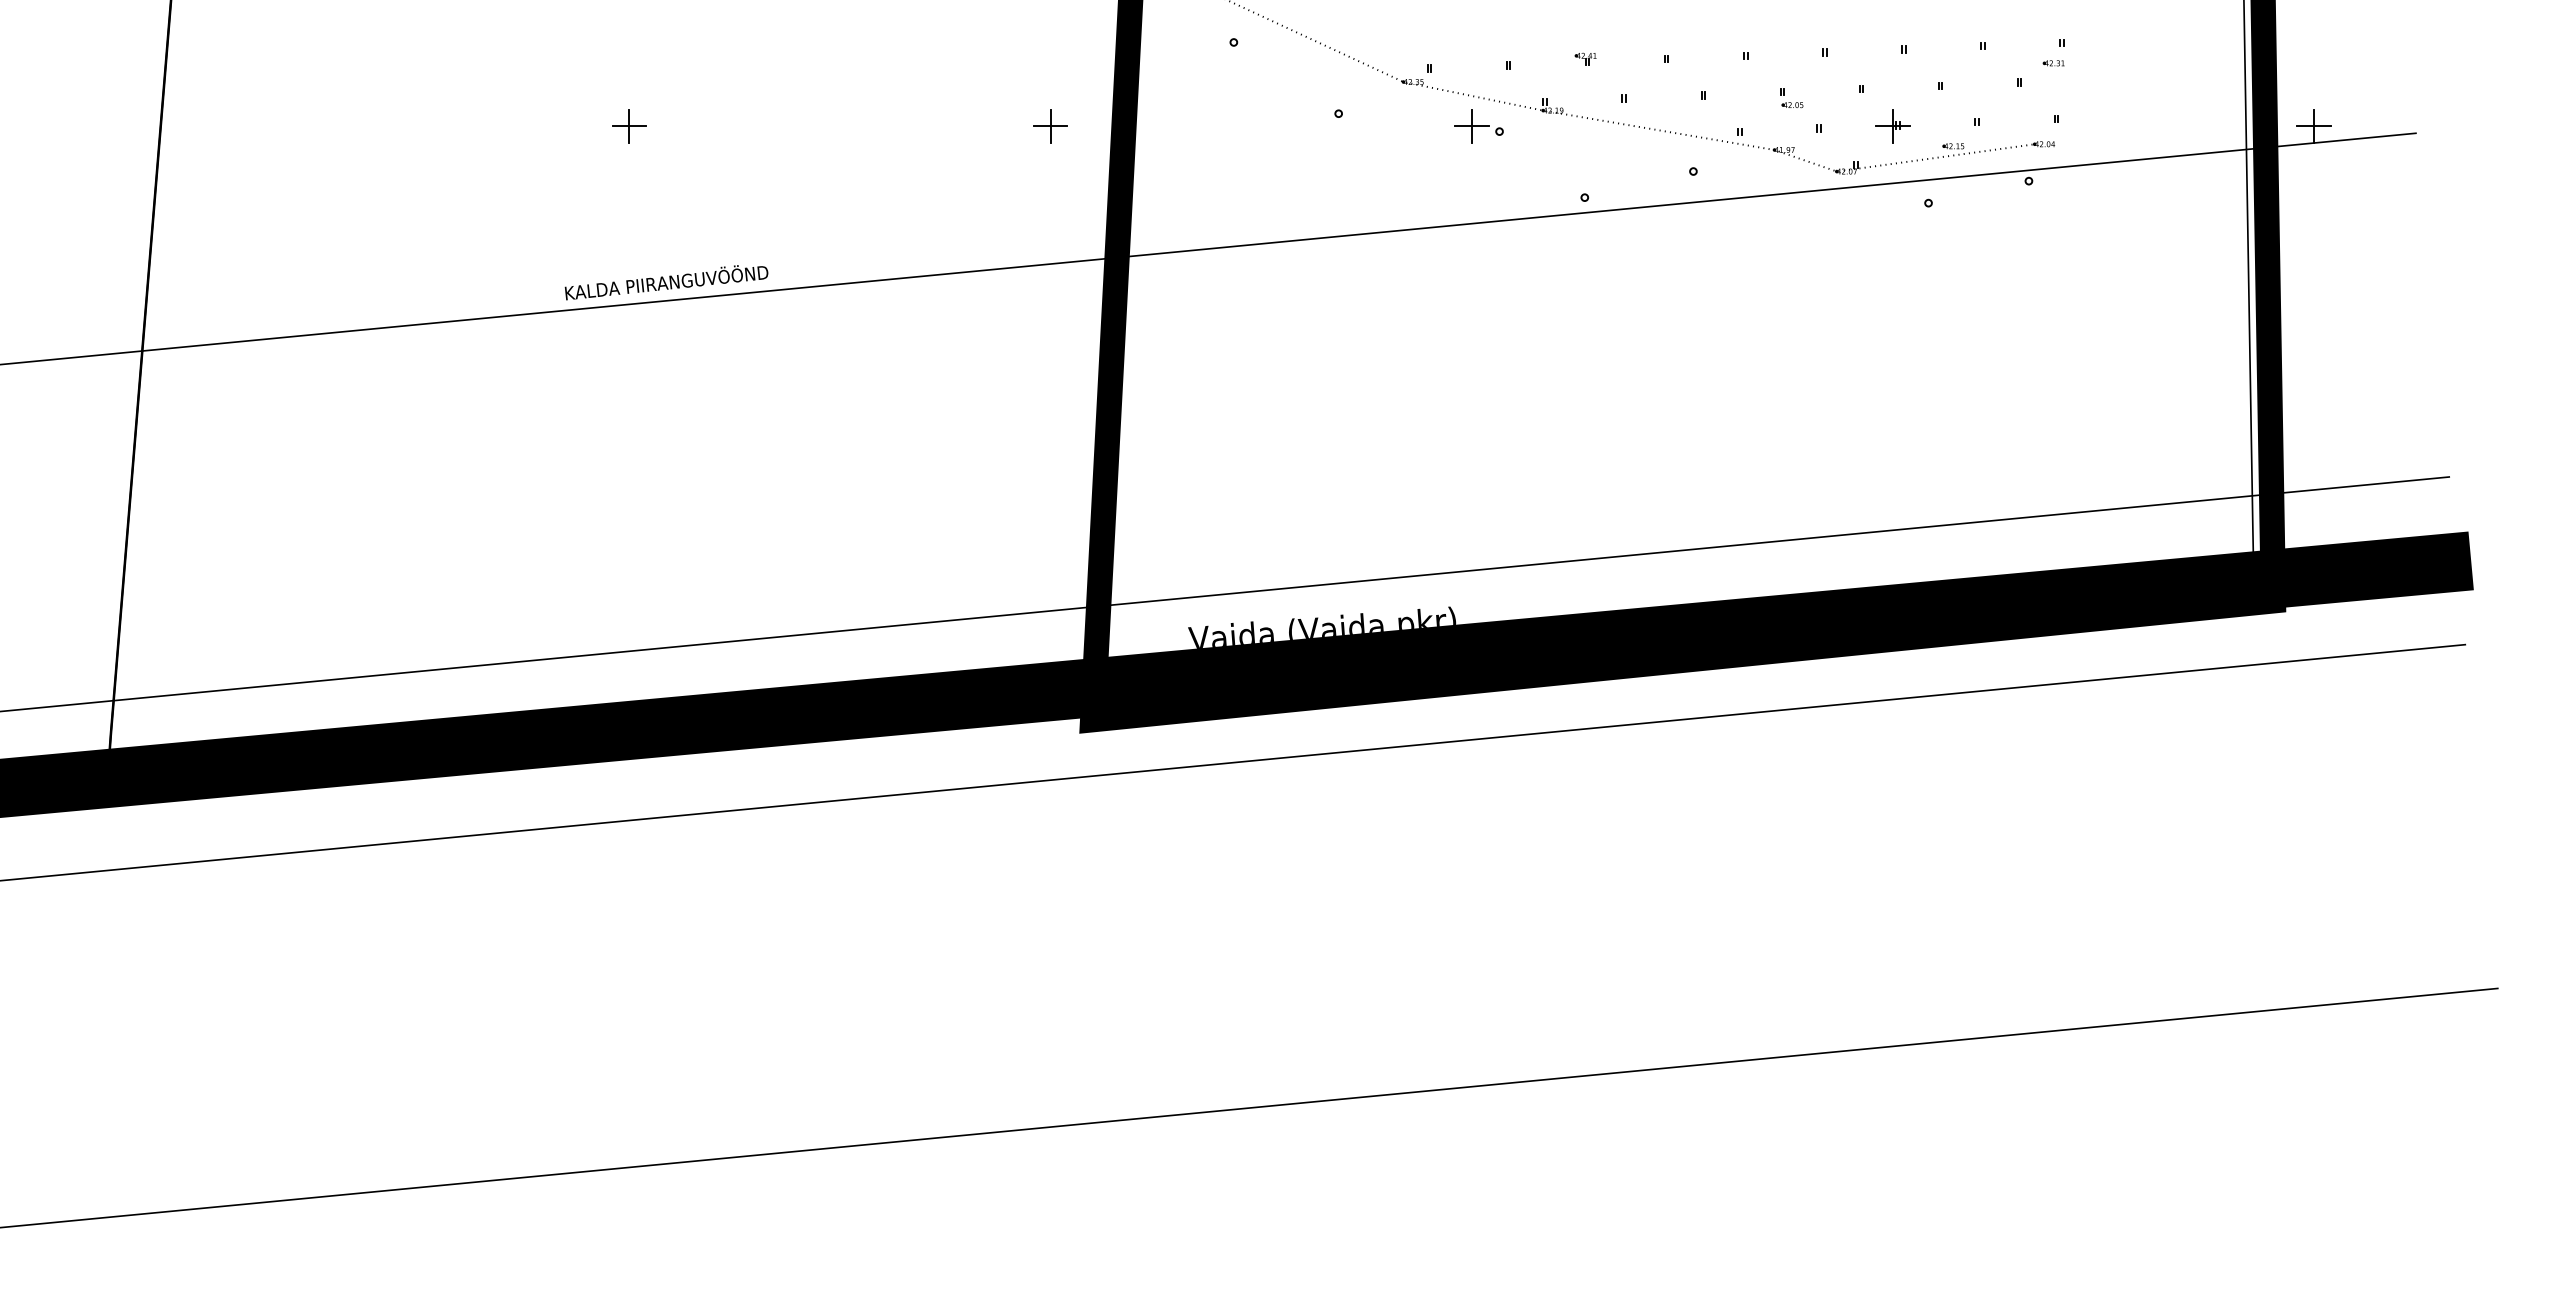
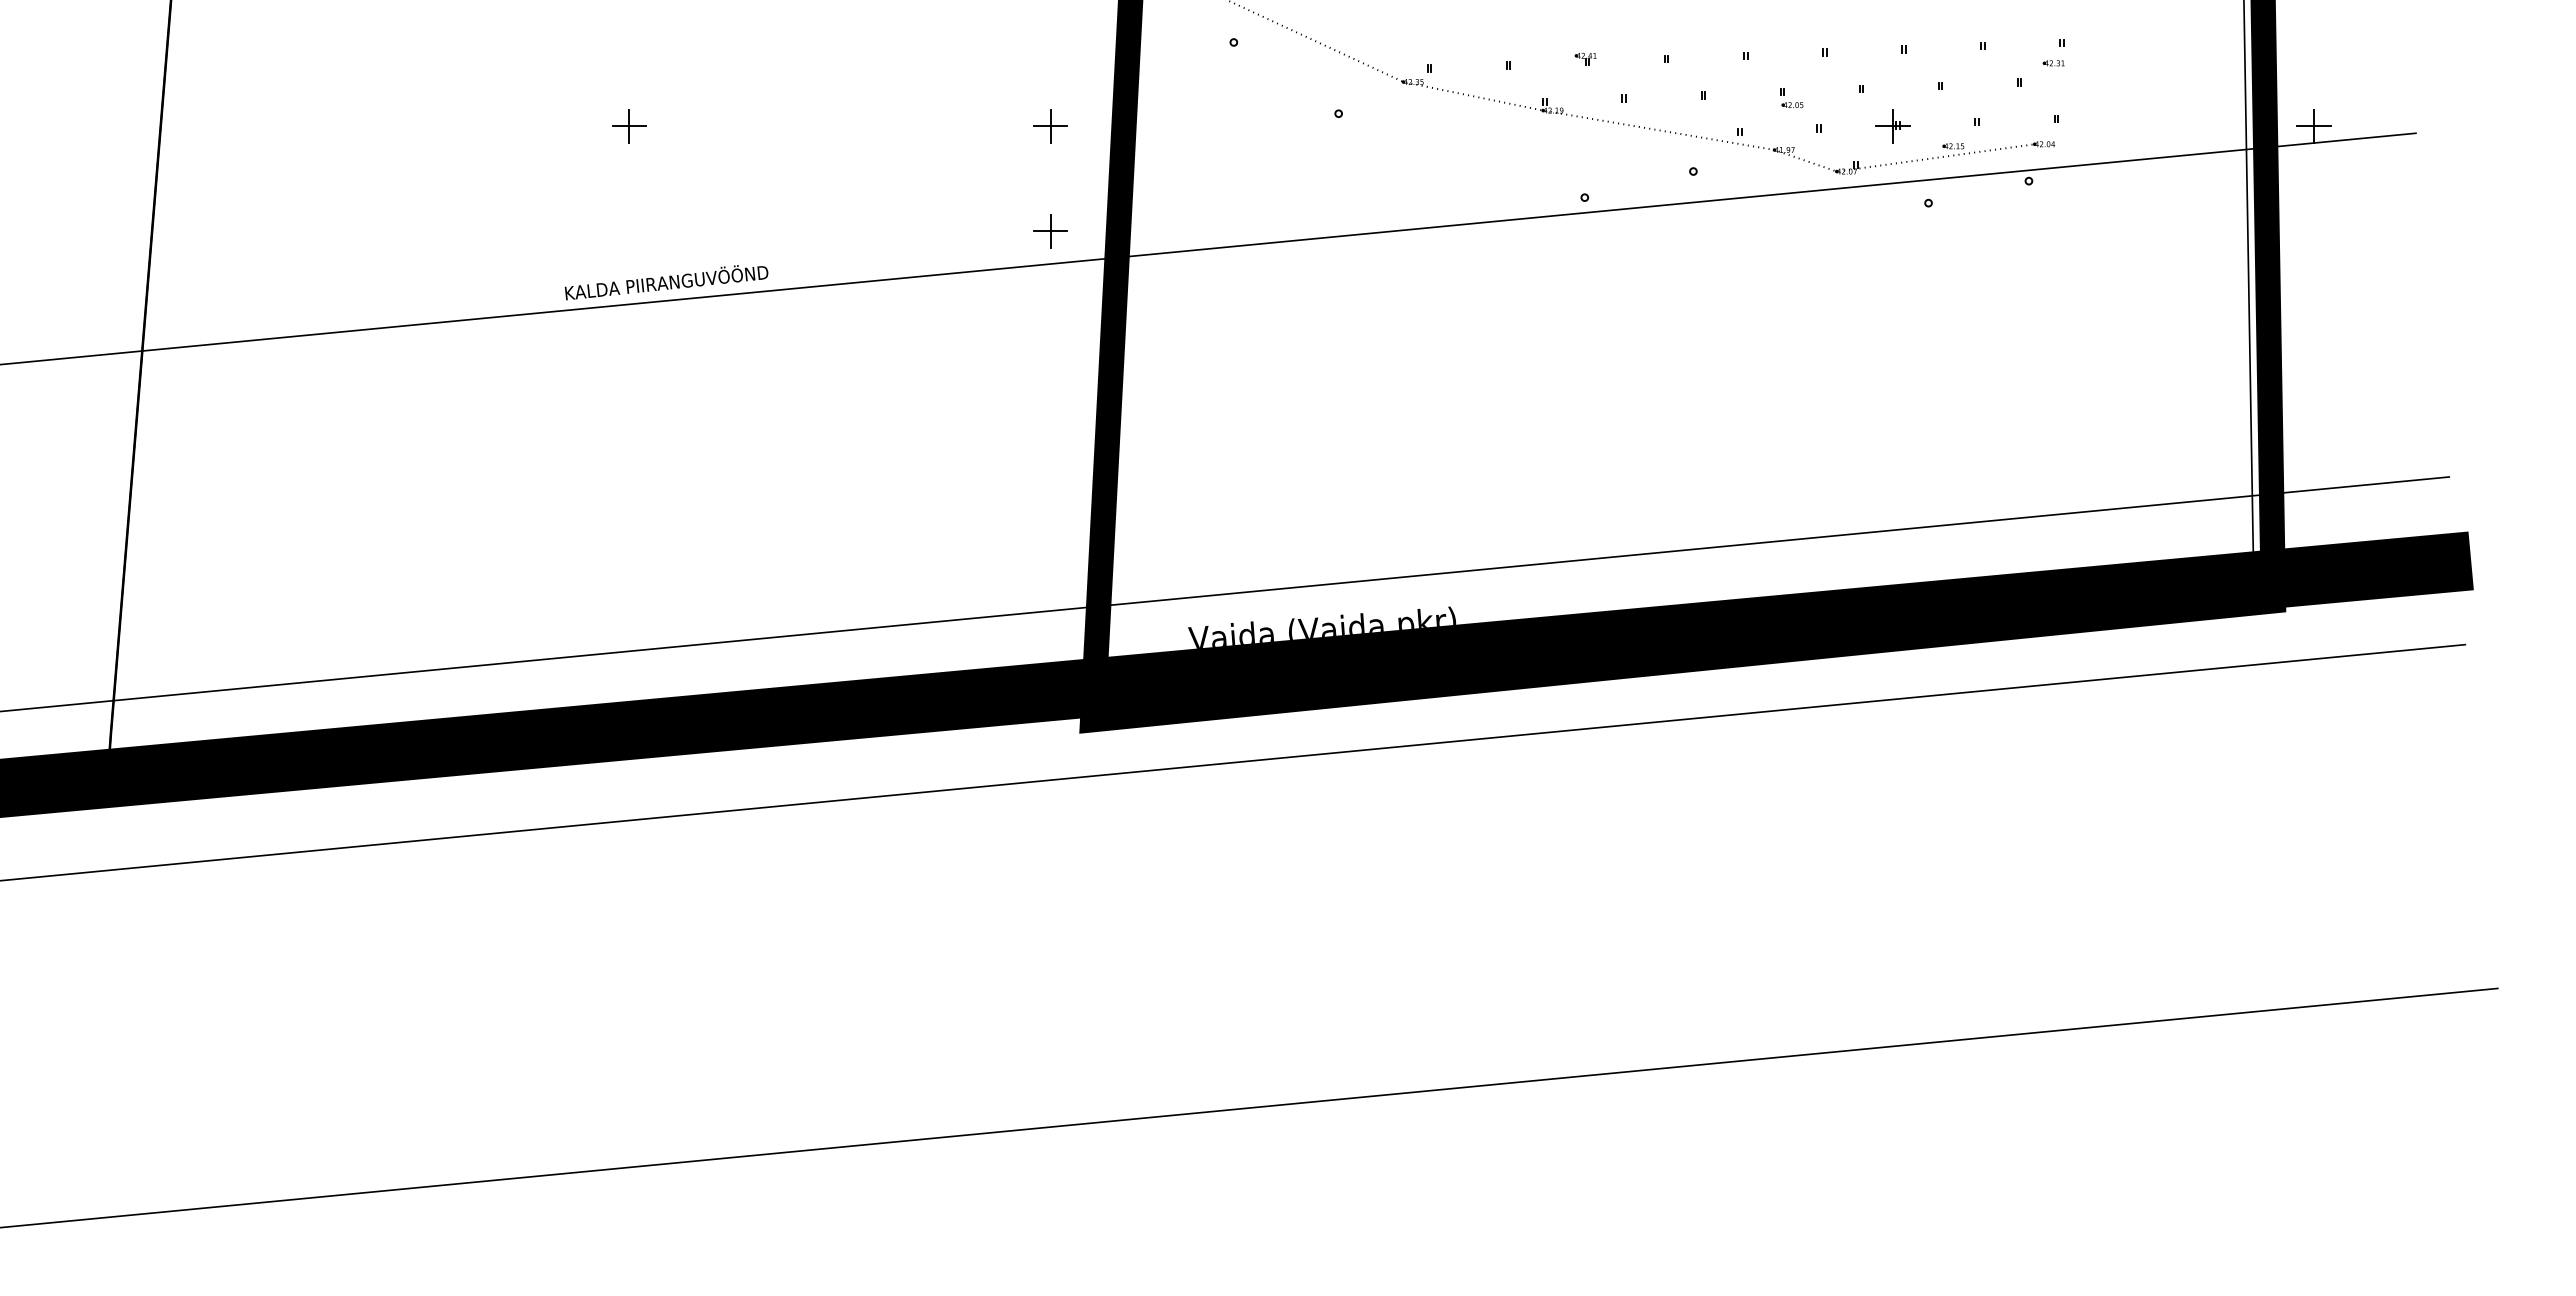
part at (1478, 126): present -> none
part at (1050, 231): none -> present
